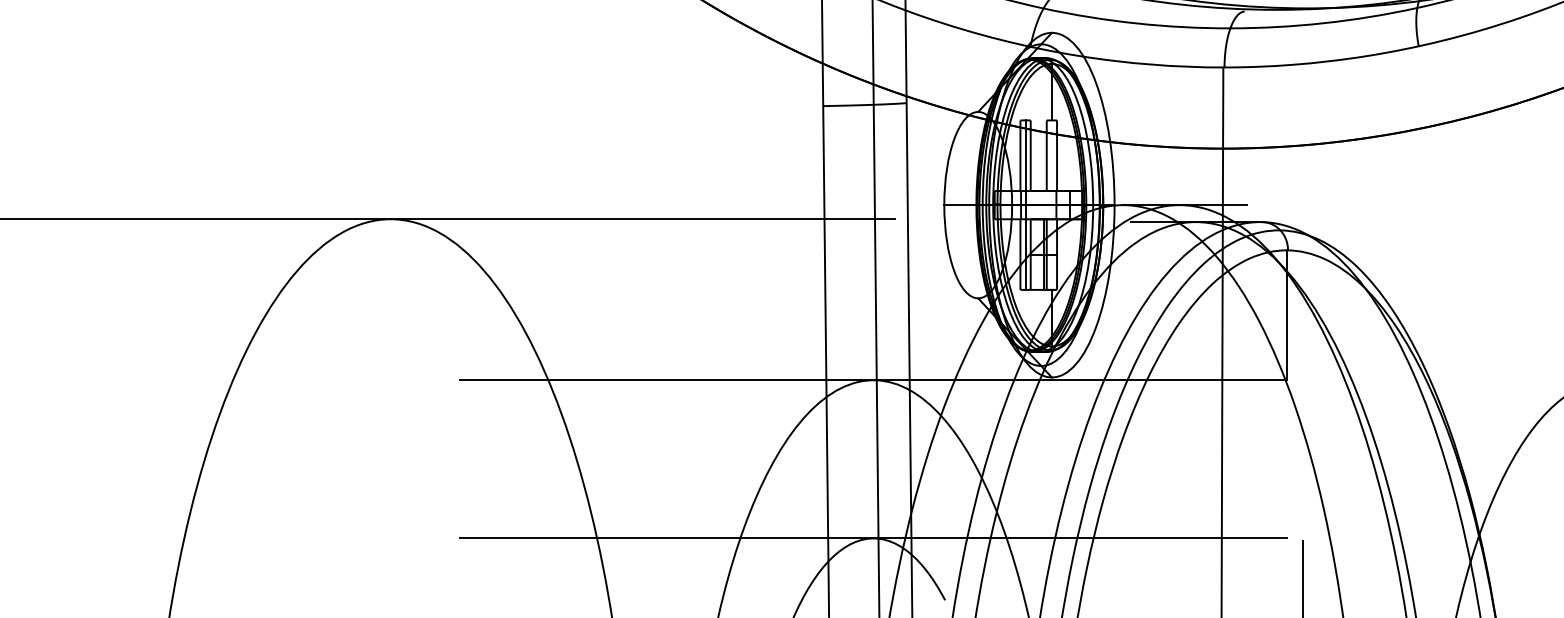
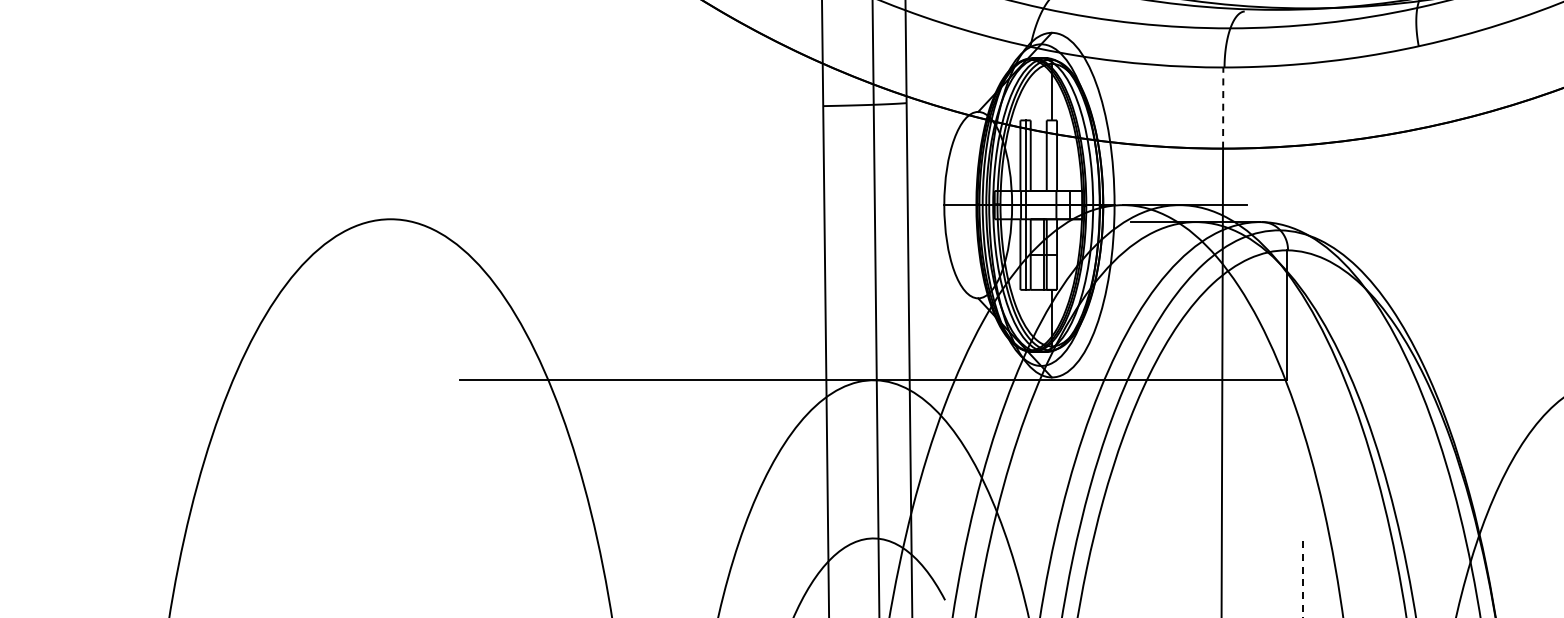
line at (1223, 108): solid -> dashed
line at (448, 219): present -> none
line at (873, 538): present -> none
line at (1302, 580): solid -> dashed
